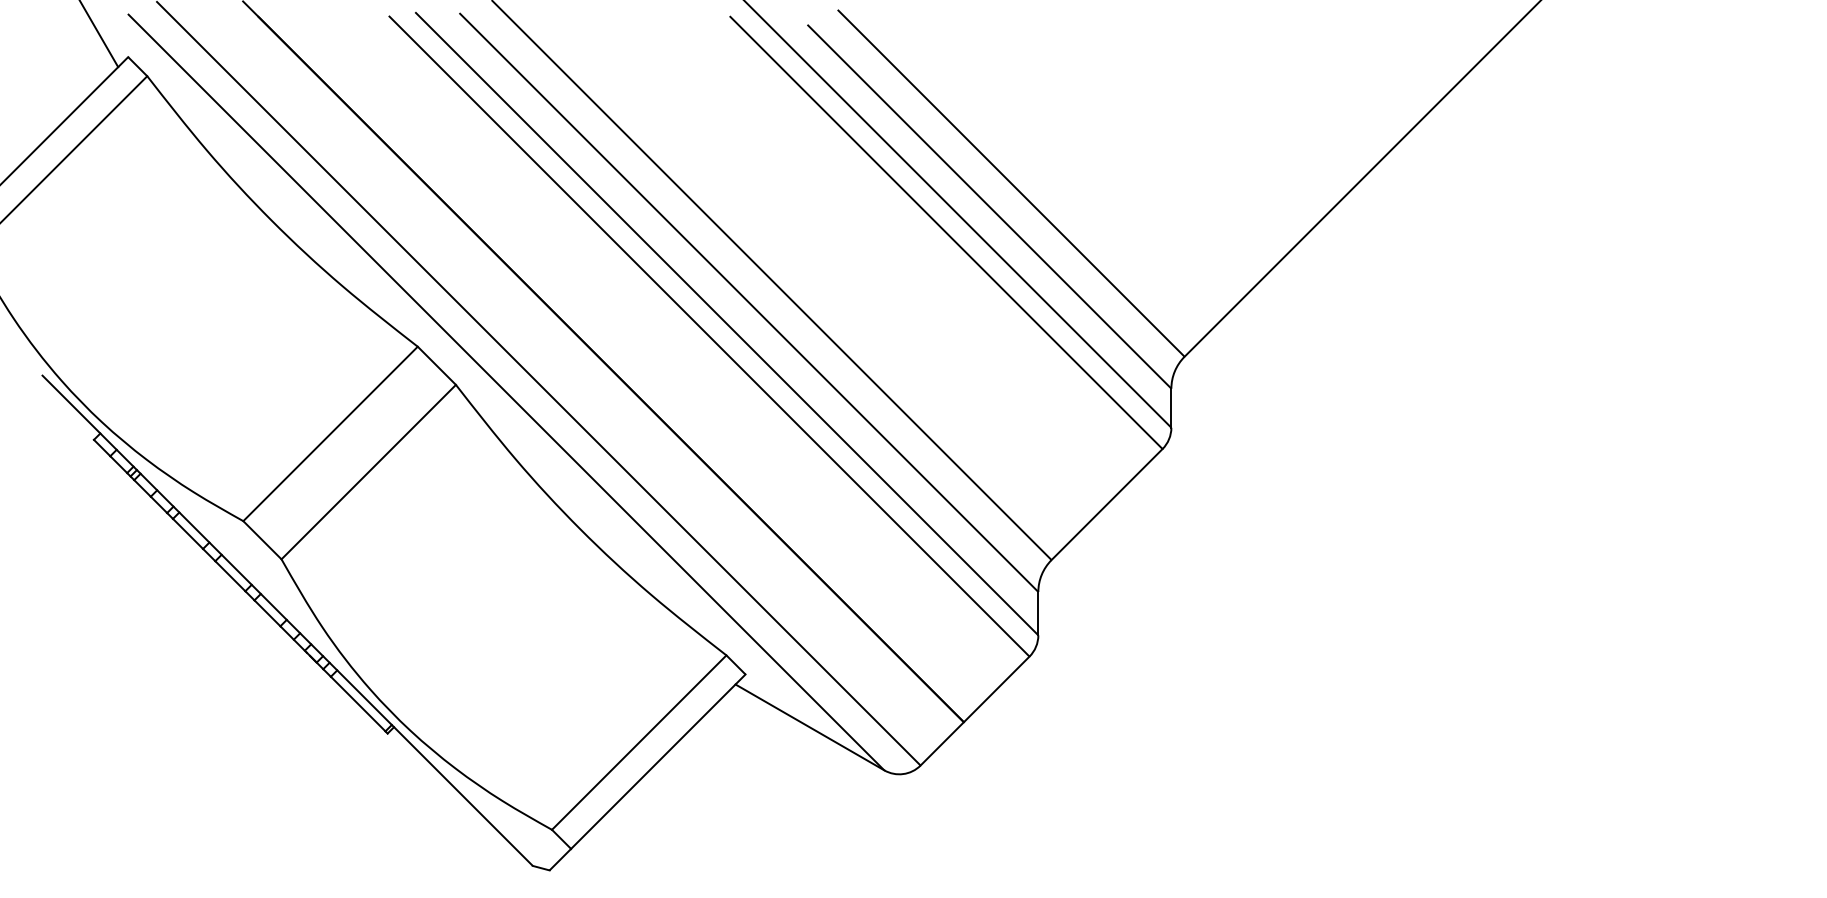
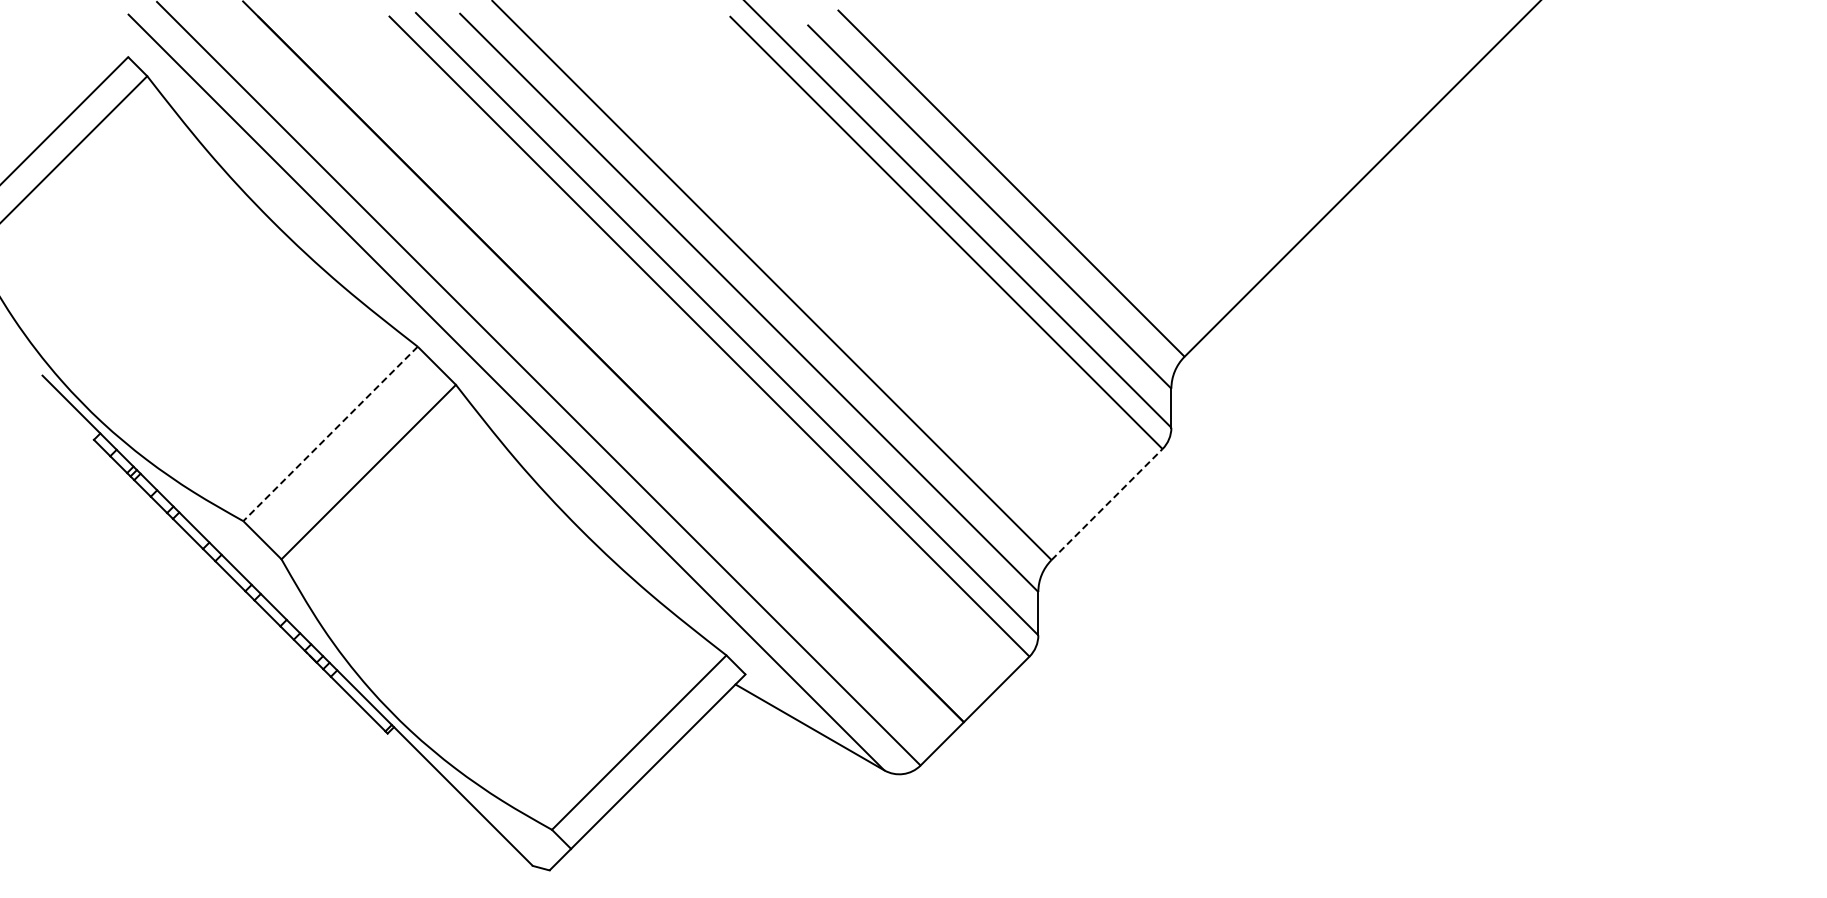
line at (99, 34): present -> none
line at (330, 434): solid -> dashed
line at (1107, 504): solid -> dashed
